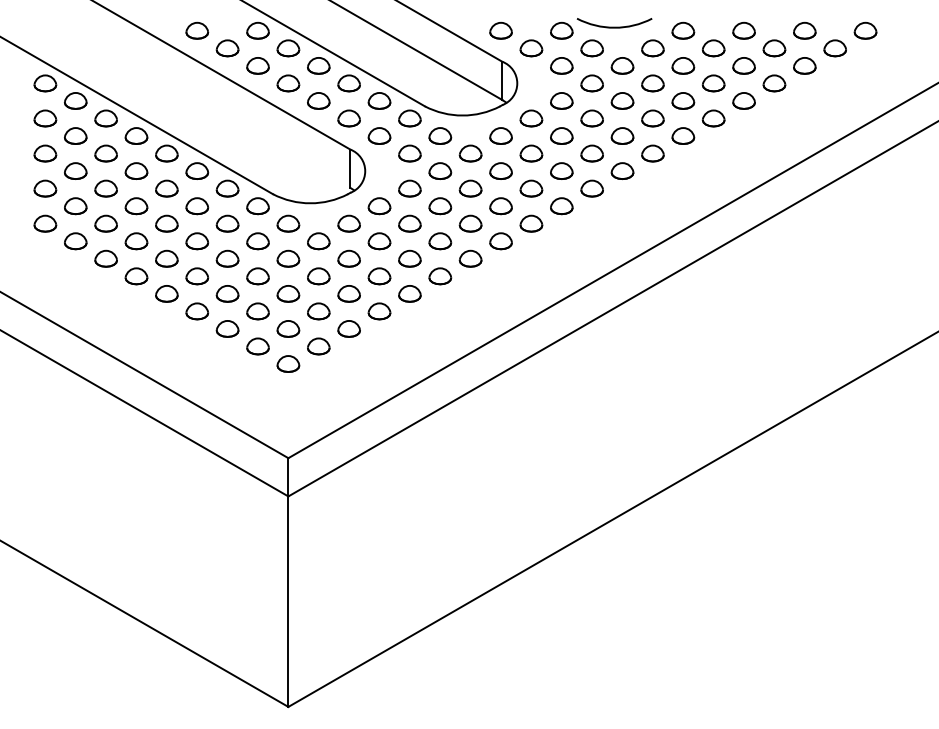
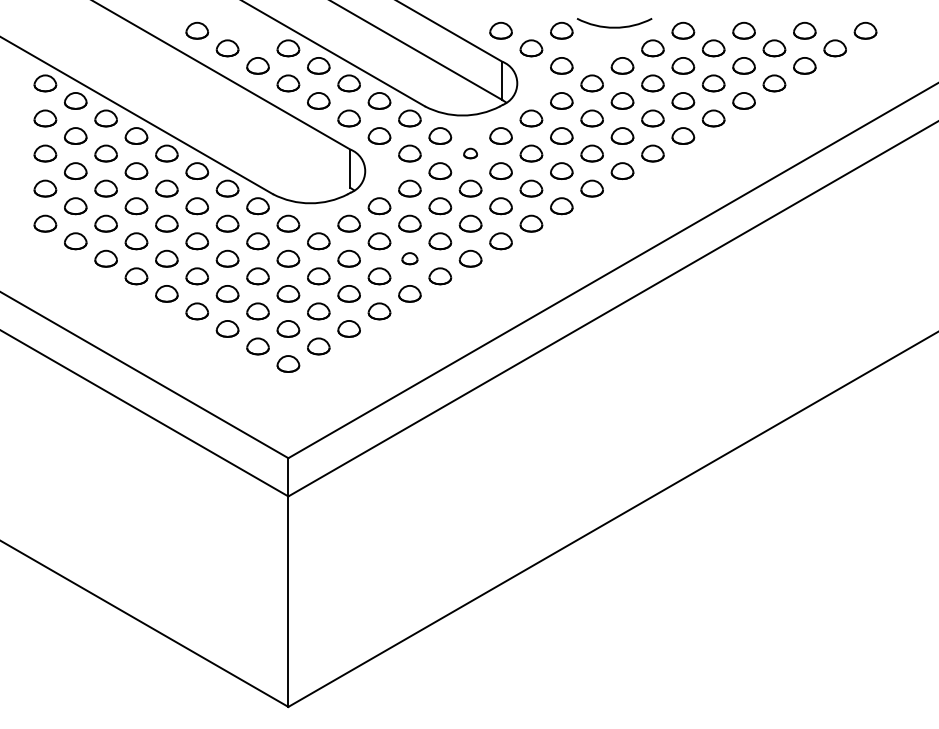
part at (257, 30): present -> none
part at (591, 48): present -> none
part at (470, 153) size: 25x19 px -> 16x13 px
part at (409, 258) size: 24x19 px -> 18x14 px
